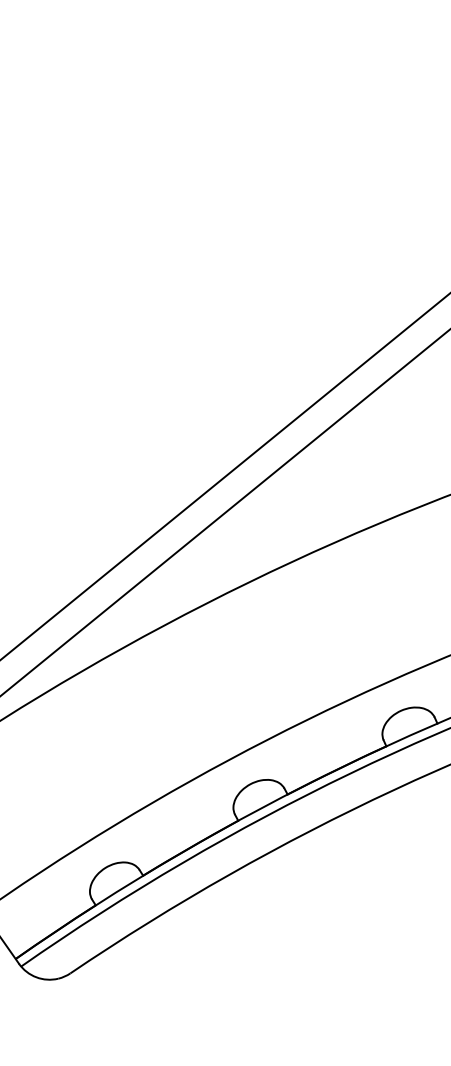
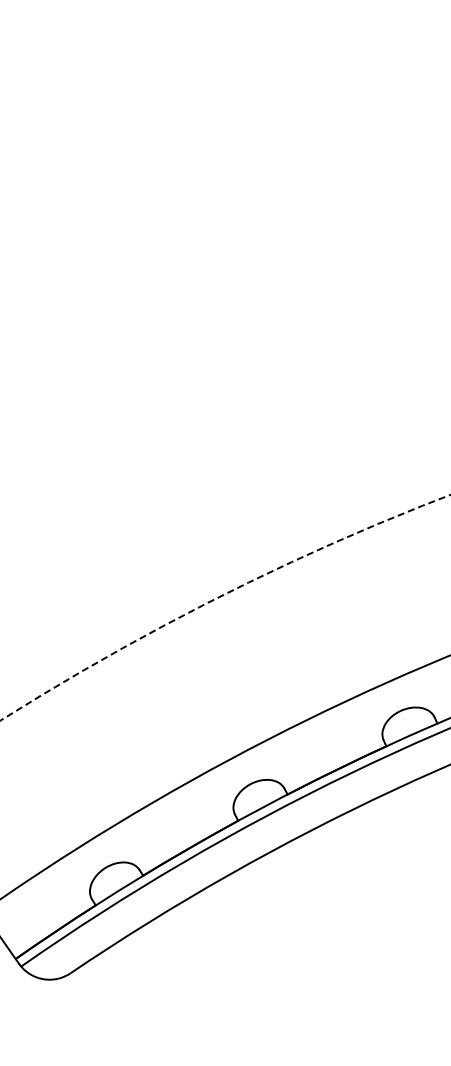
line at (224, 476): present -> none
line at (224, 512): present -> none
arc at (218, 597): solid -> dashed
